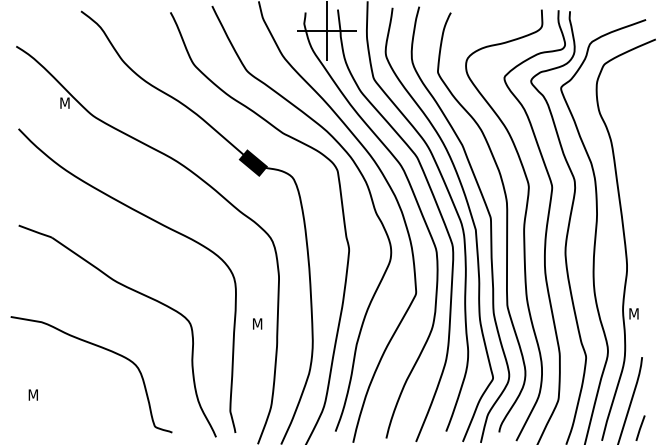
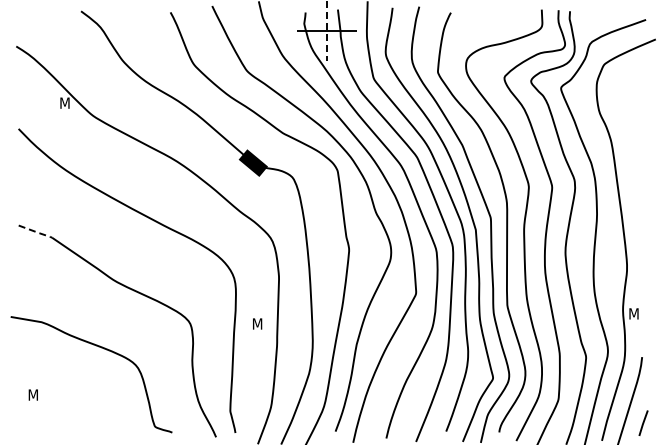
line at (327, 31): solid -> dashed
line at (37, 232): solid -> dashed
line at (640, 427) position: (640, 427) -> (643, 422)
